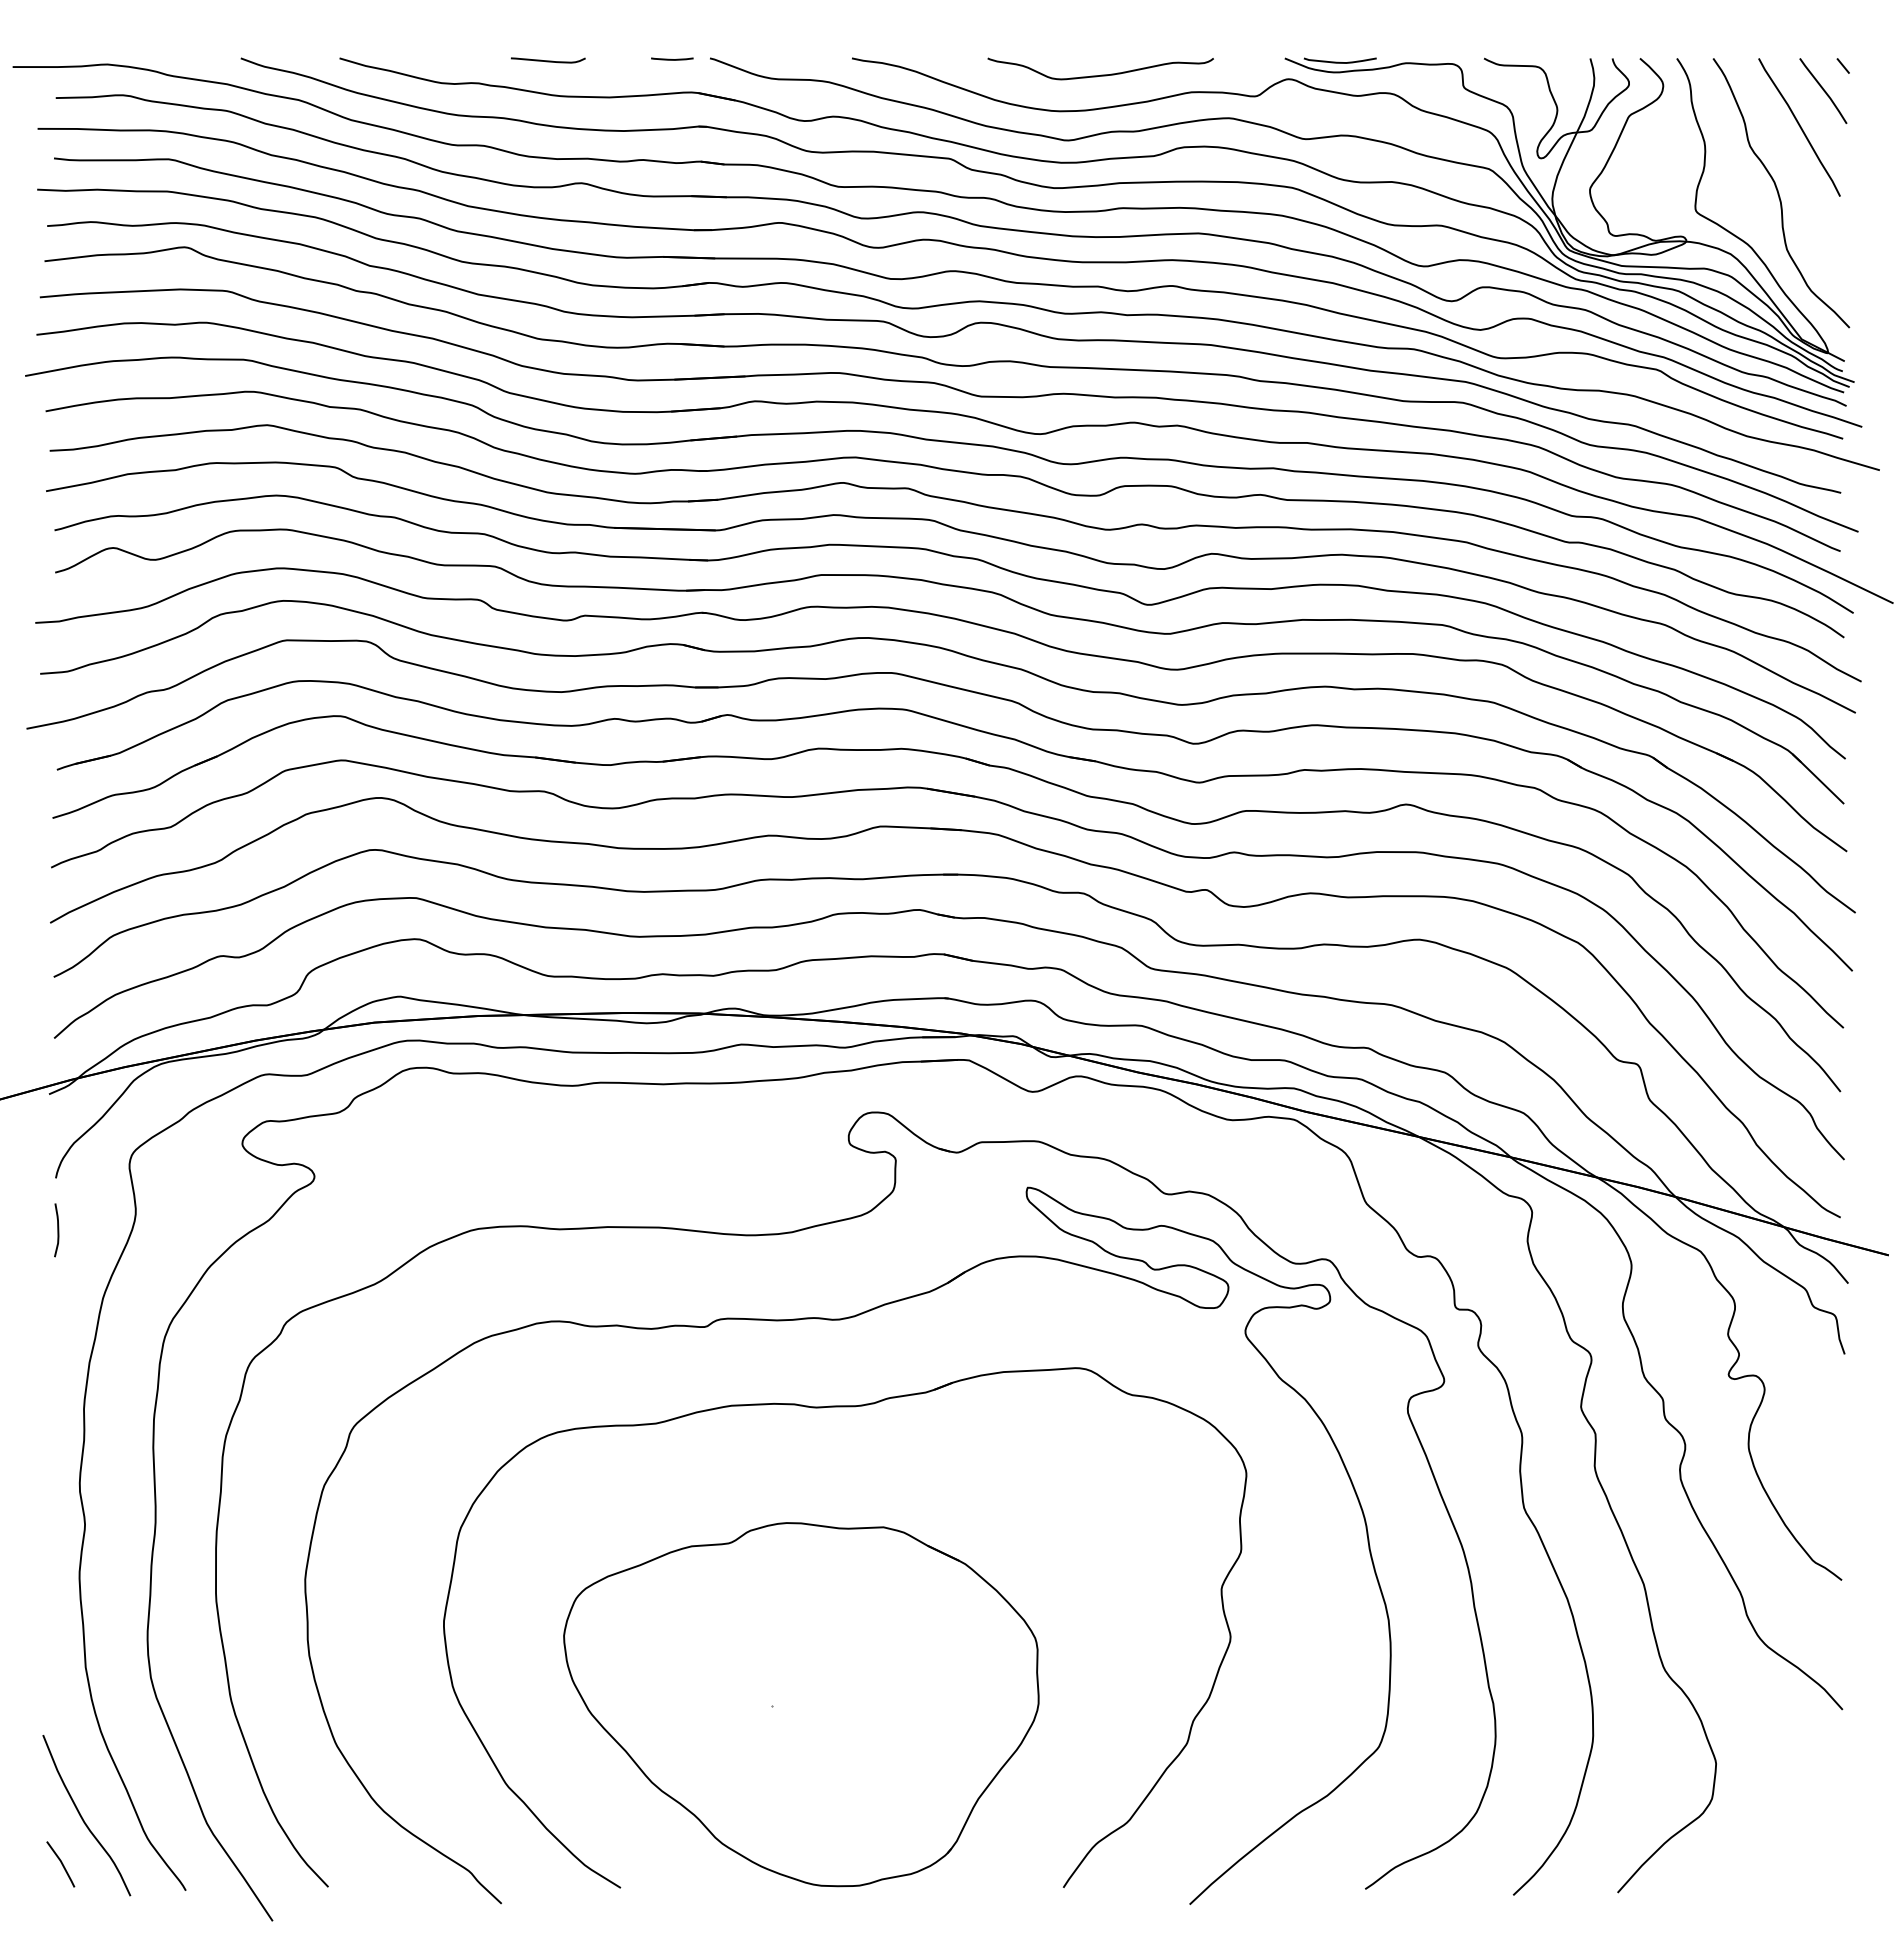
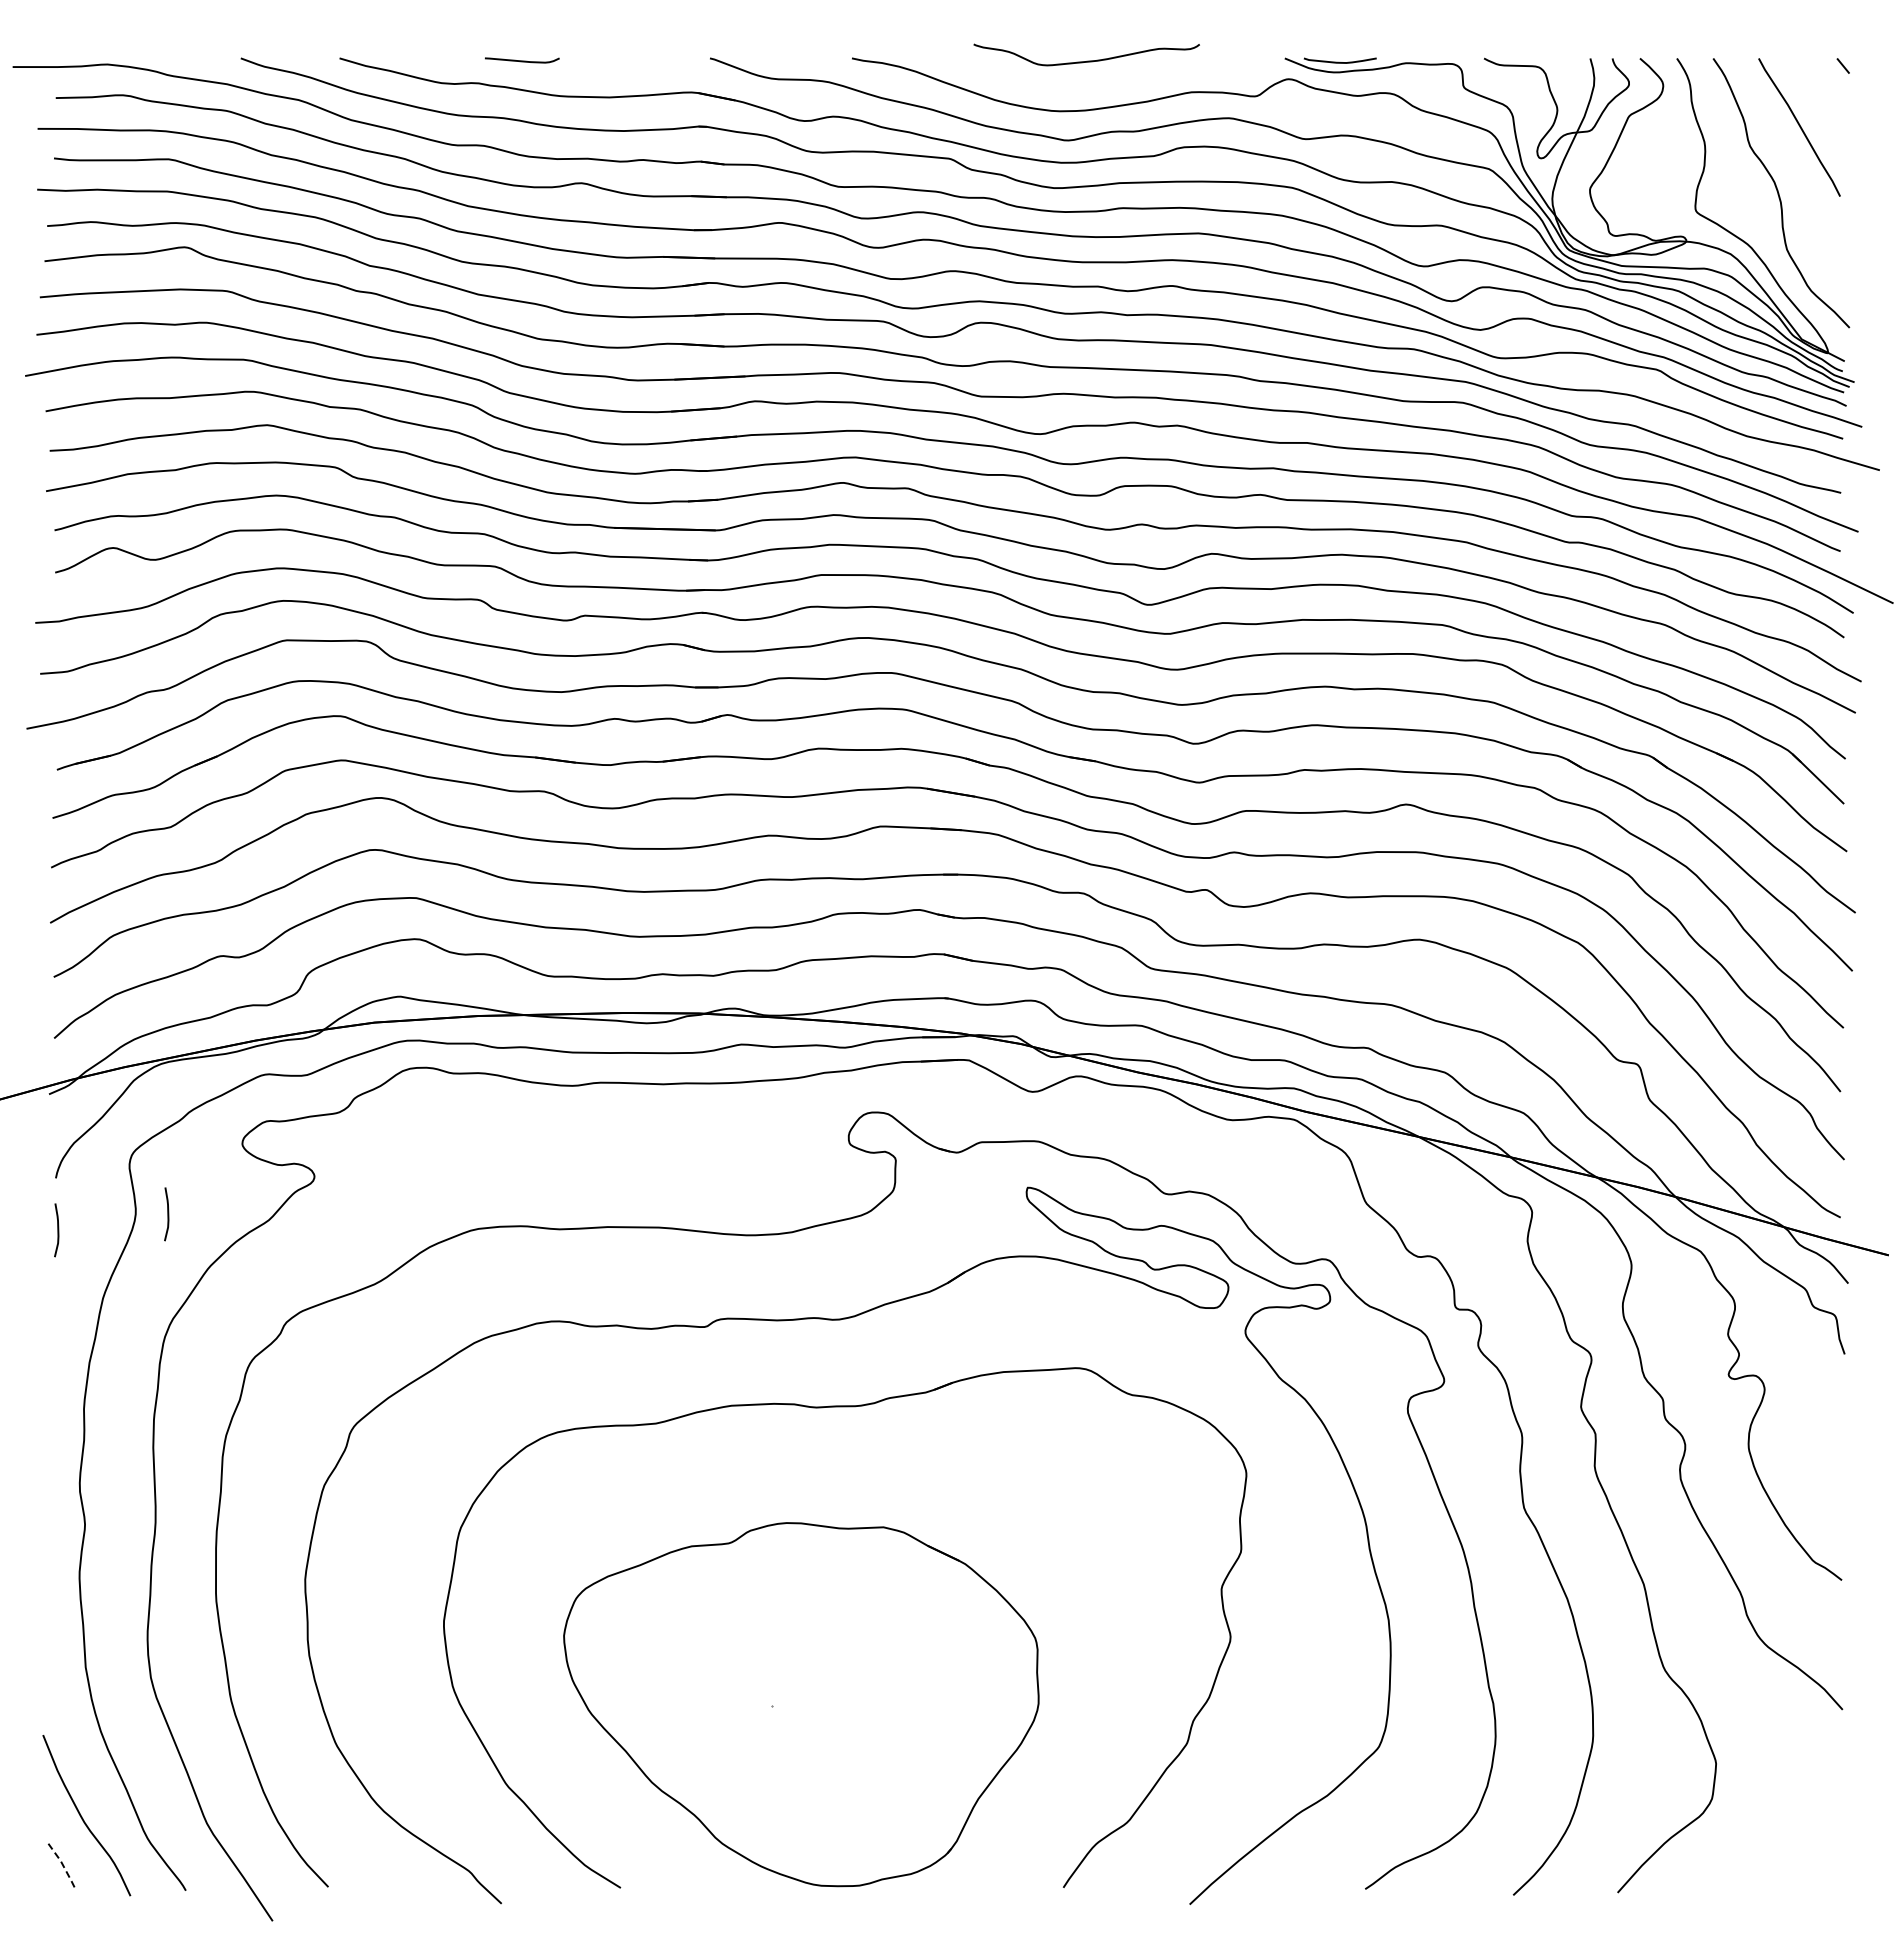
line at (672, 59): present -> none
curve at (548, 60) position: (548, 60) -> (522, 60)
curve at (1101, 74) position: (1101, 74) -> (1087, 60)
line at (1823, 90): present -> none
curve at (167, 1214): none -> present
line at (62, 1863): solid -> dashed
